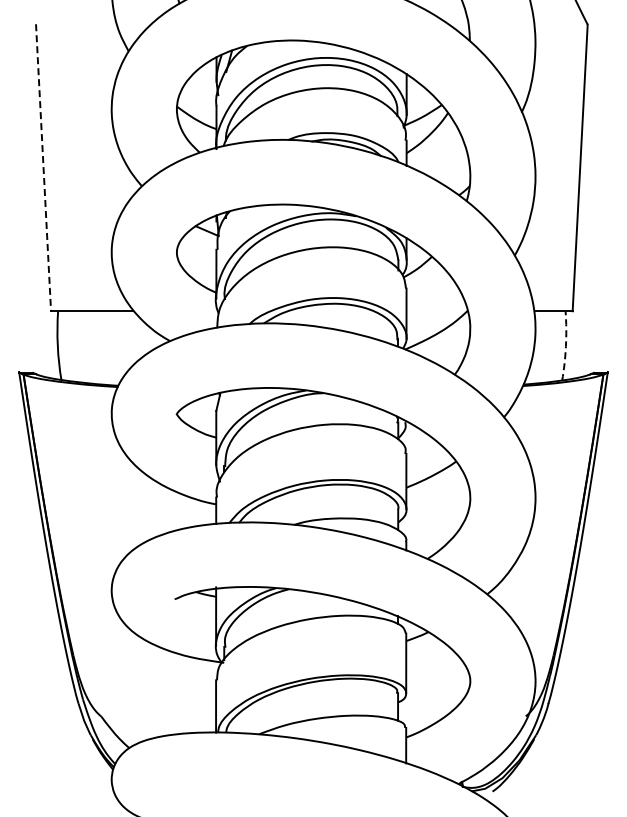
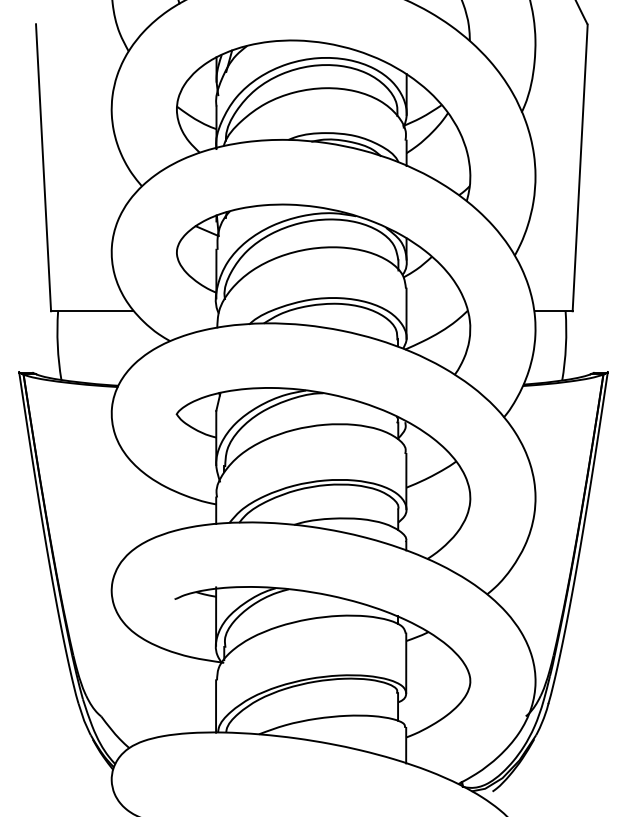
line at (43, 167): dashed -> solid
arc at (565, 346): dashed -> solid
